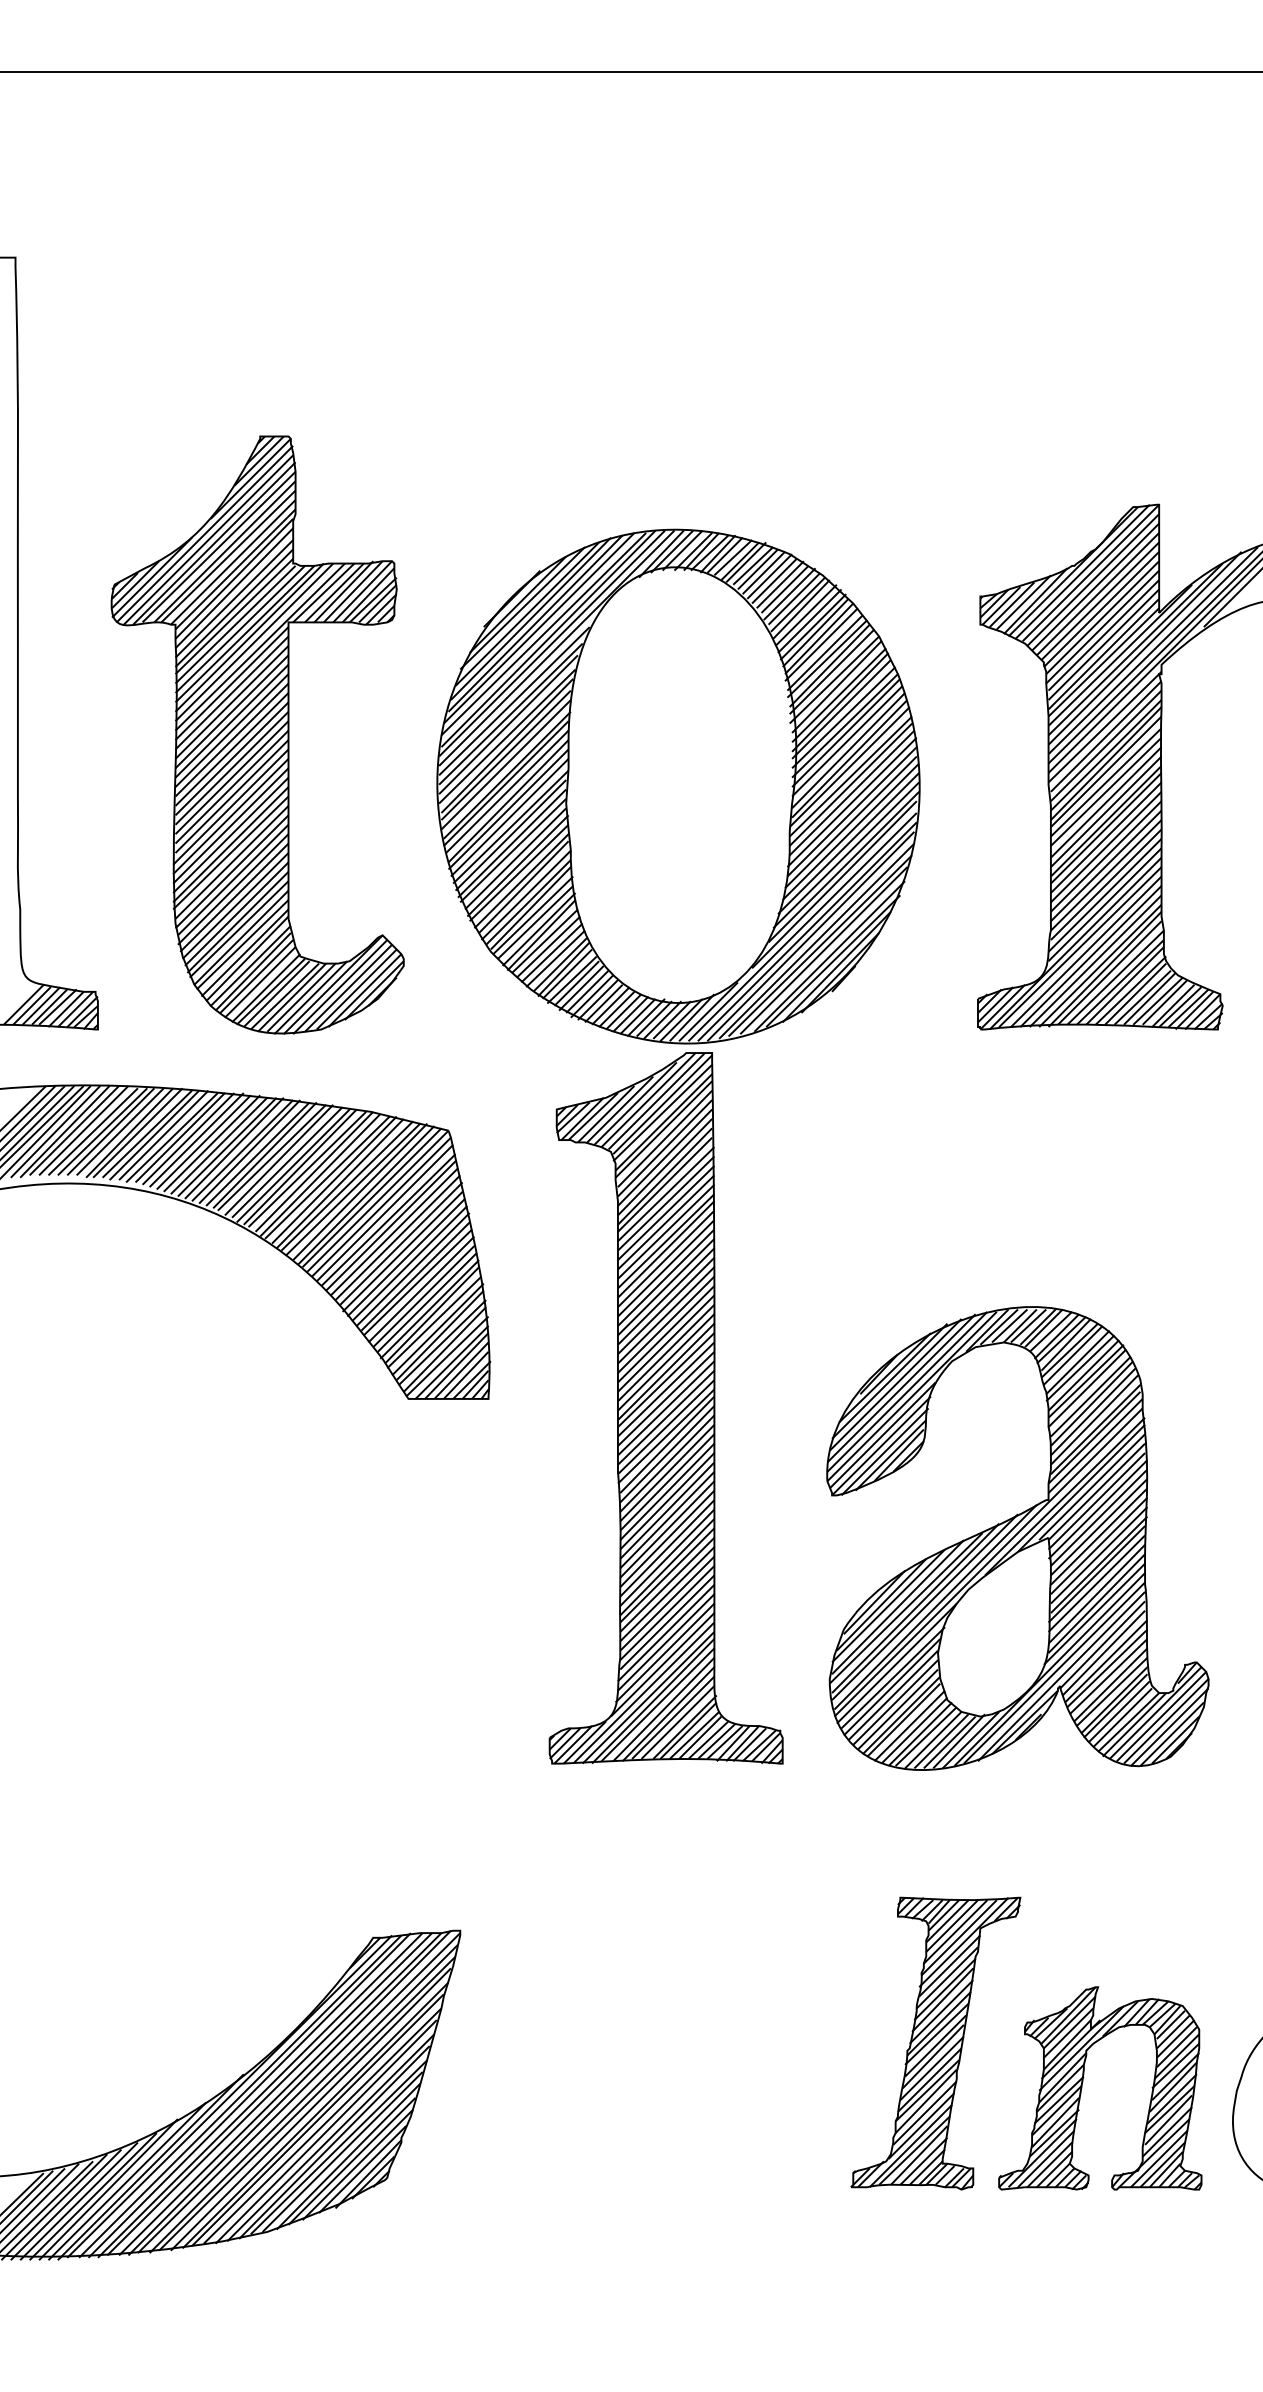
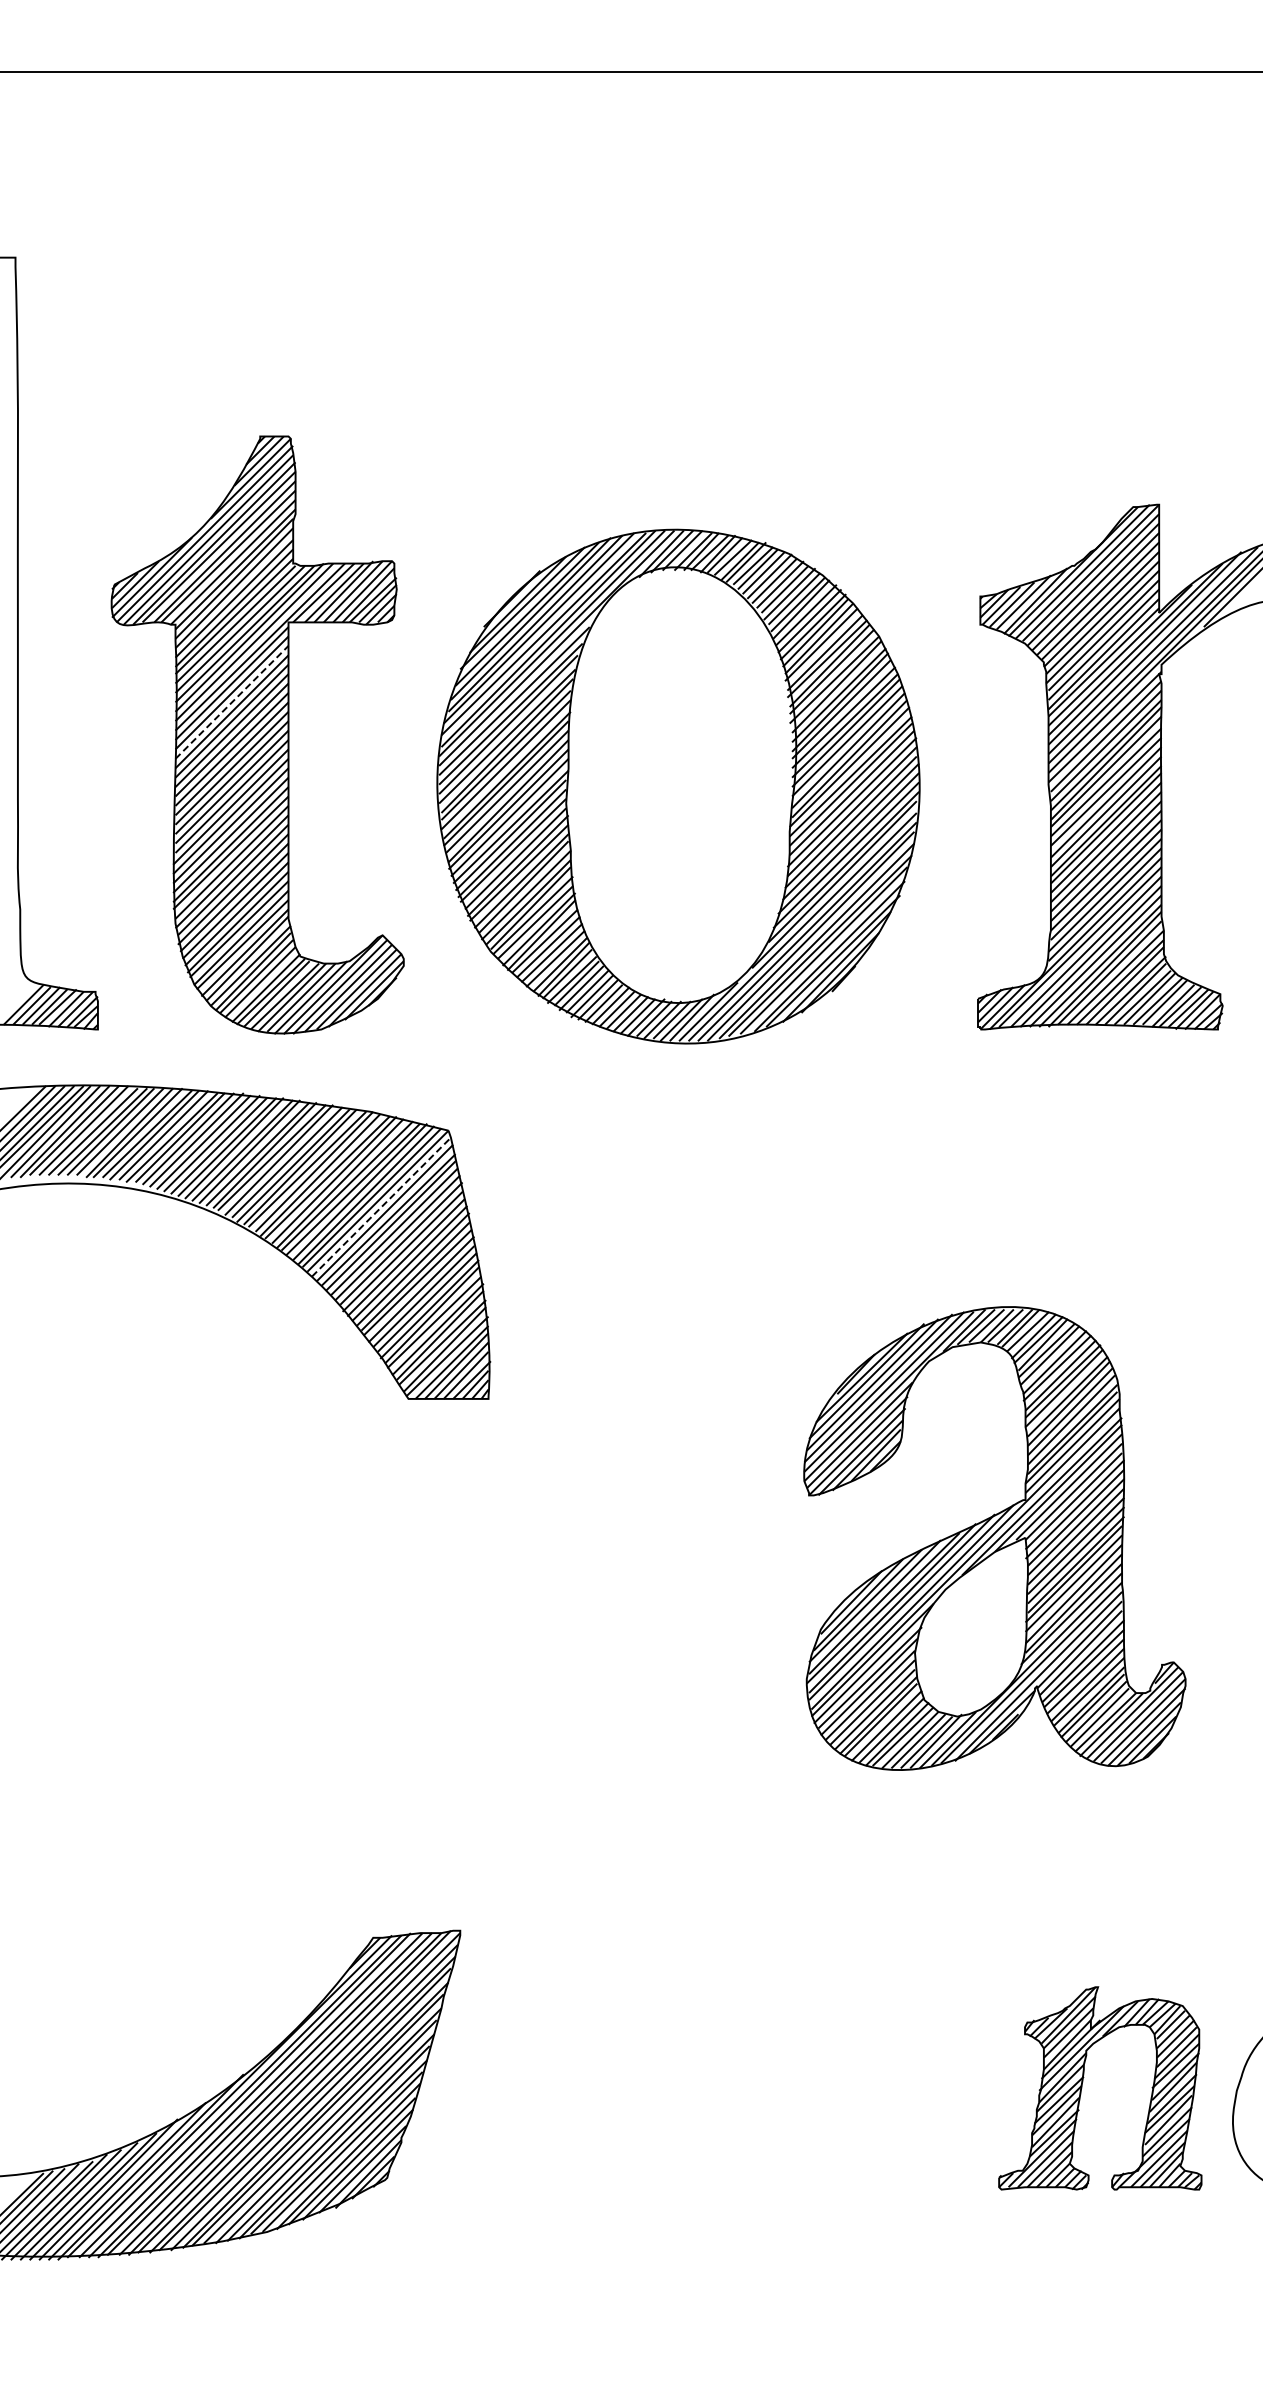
line at (232, 702): solid -> dashed
line at (381, 1206): solid -> dashed
part at (665, 1408): present -> none
part at (1017, 1538) position: (1017, 1538) -> (994, 1538)
part at (935, 2043): present -> none
